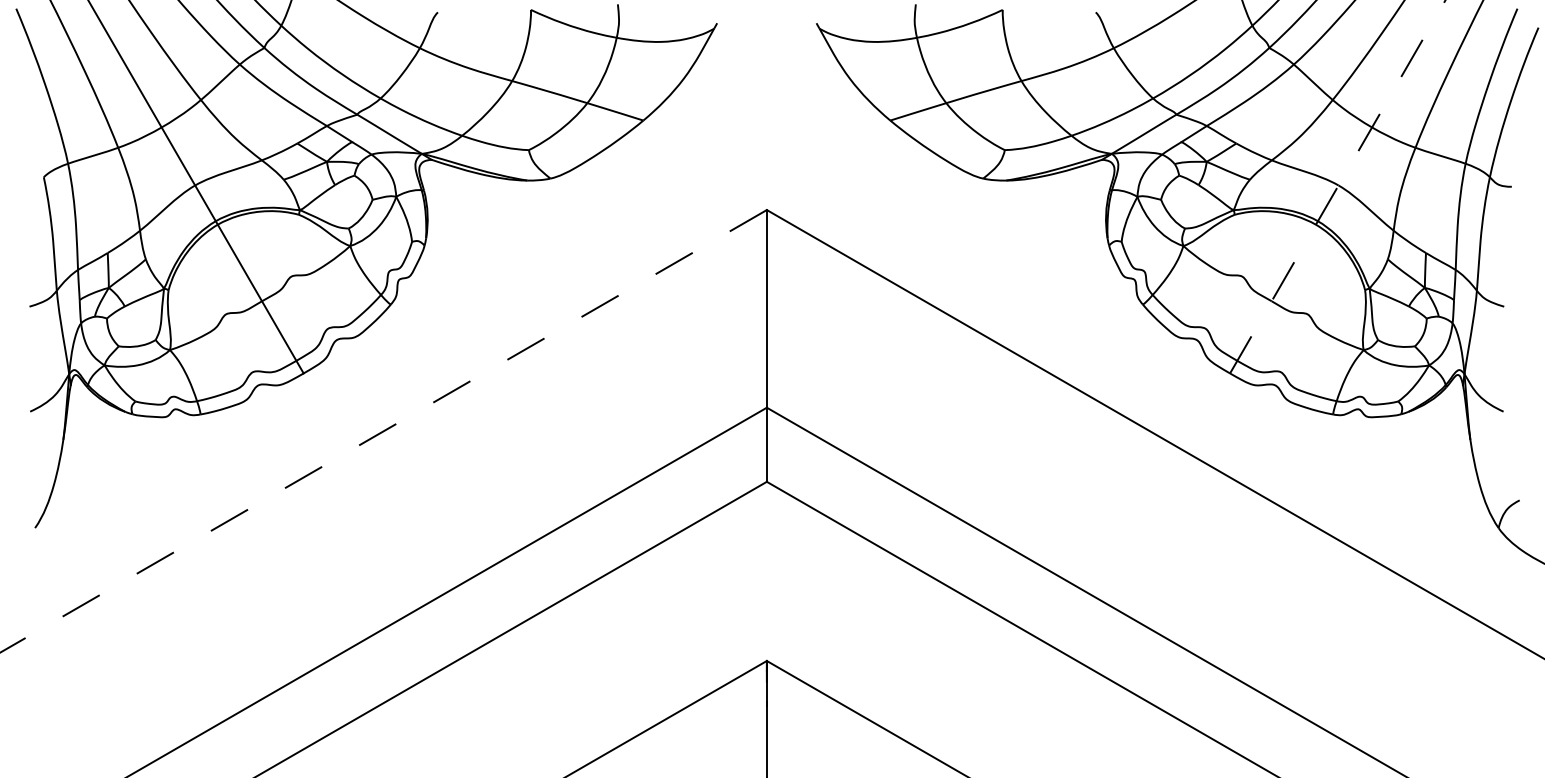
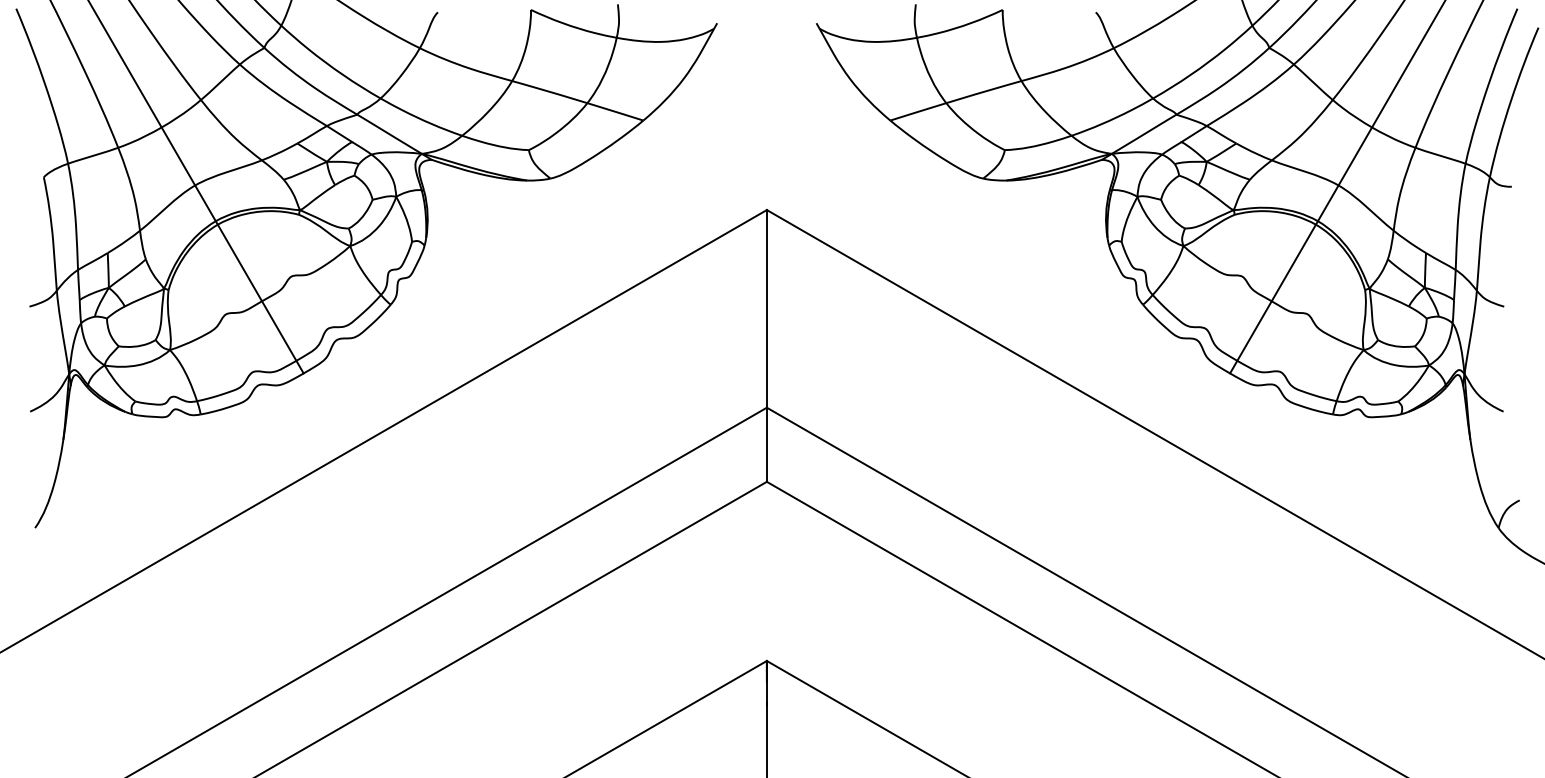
line at (1337, 186): dashed -> solid
line at (383, 431): dashed -> solid
